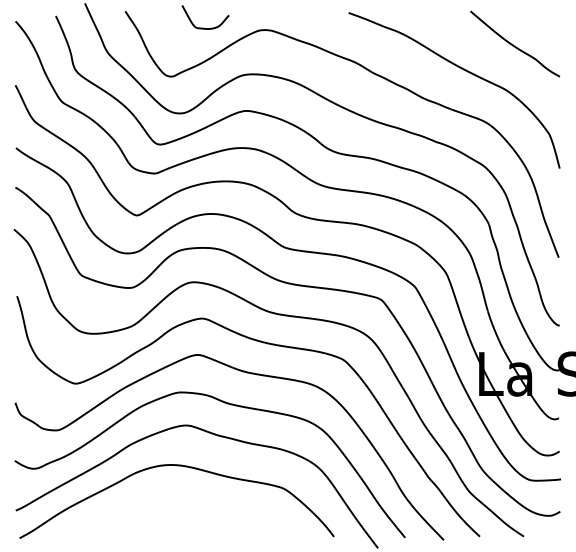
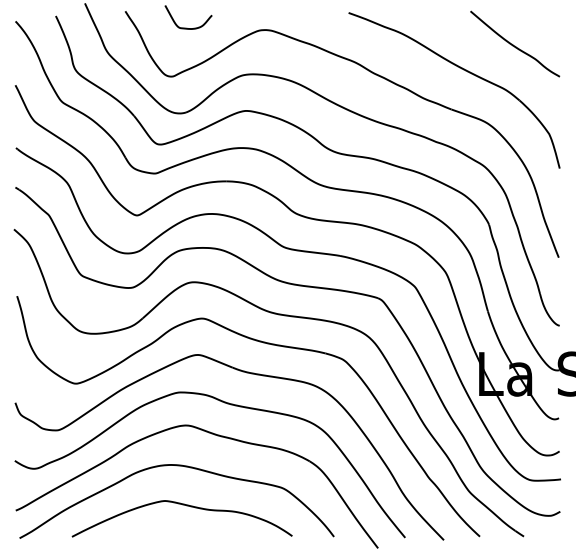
curve at (204, 27) position: (204, 27) -> (187, 27)
curve at (186, 506): none -> present
